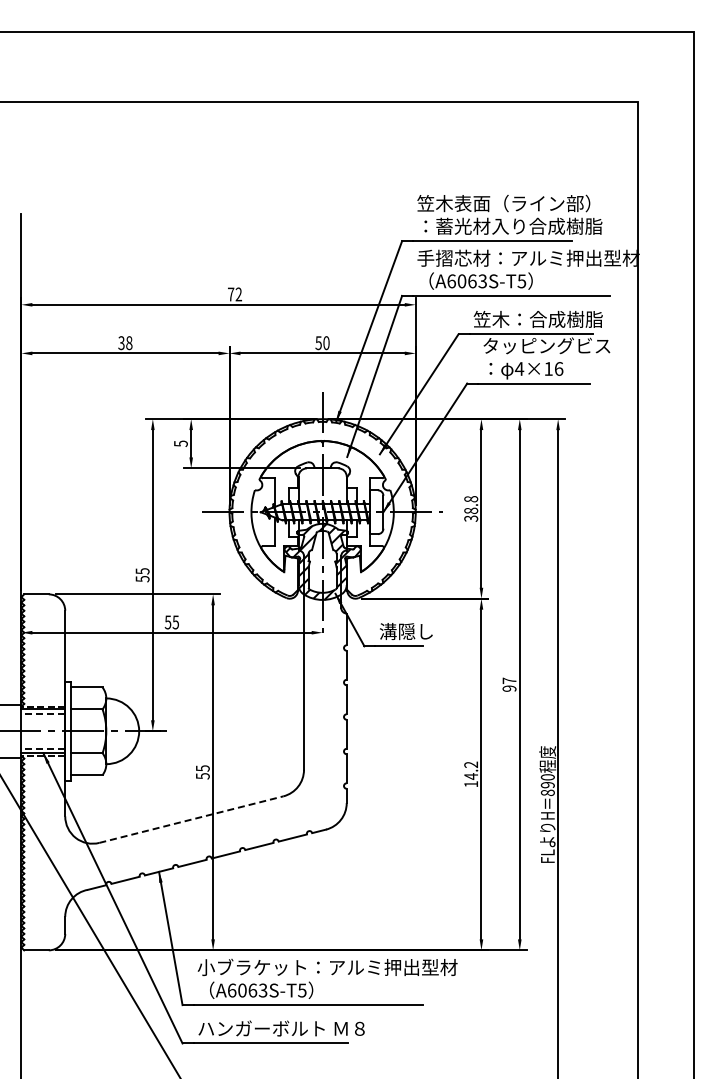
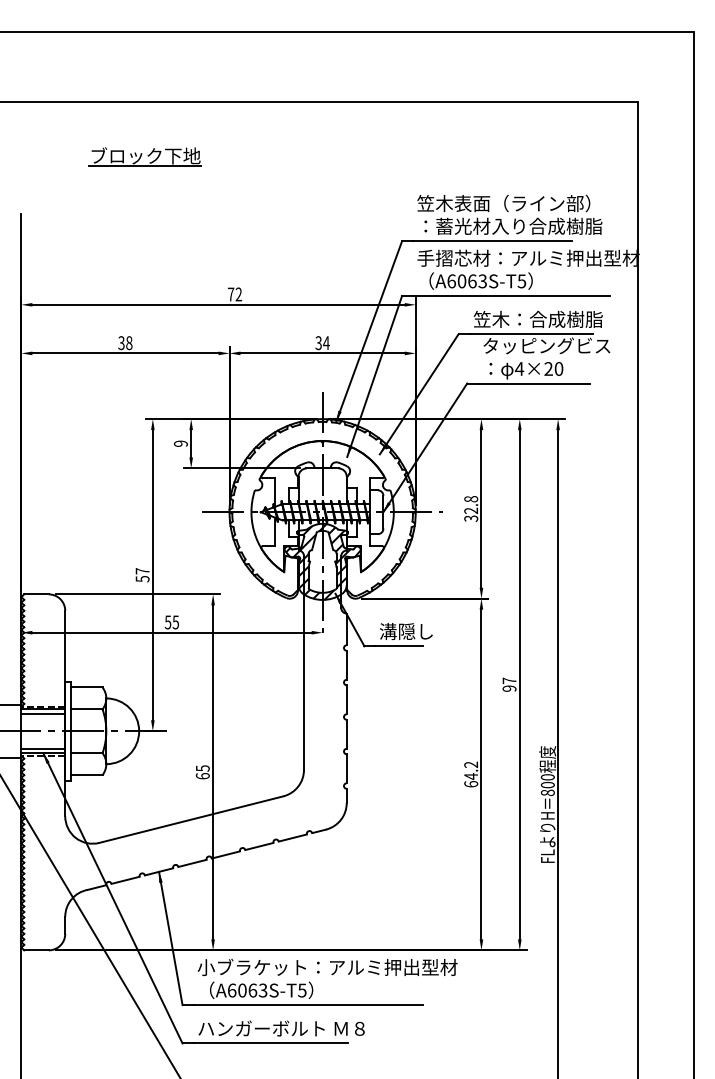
part at (144, 156): none -> present
text at (322, 343): 50 -> 34
text at (553, 368): 4×16 -> 4×20
text at (180, 443): 5 -> 9
text at (471, 510): 38.8 -> 32.8
text at (142, 571): 55 -> 57
line at (43, 713): dashed -> solid
line at (43, 748): dashed -> solid
text at (202, 776): 55 -> 65
text at (471, 784): 14.2 -> 64.2
text at (547, 785): 890 -> 800
line at (191, 819): dashed -> solid
